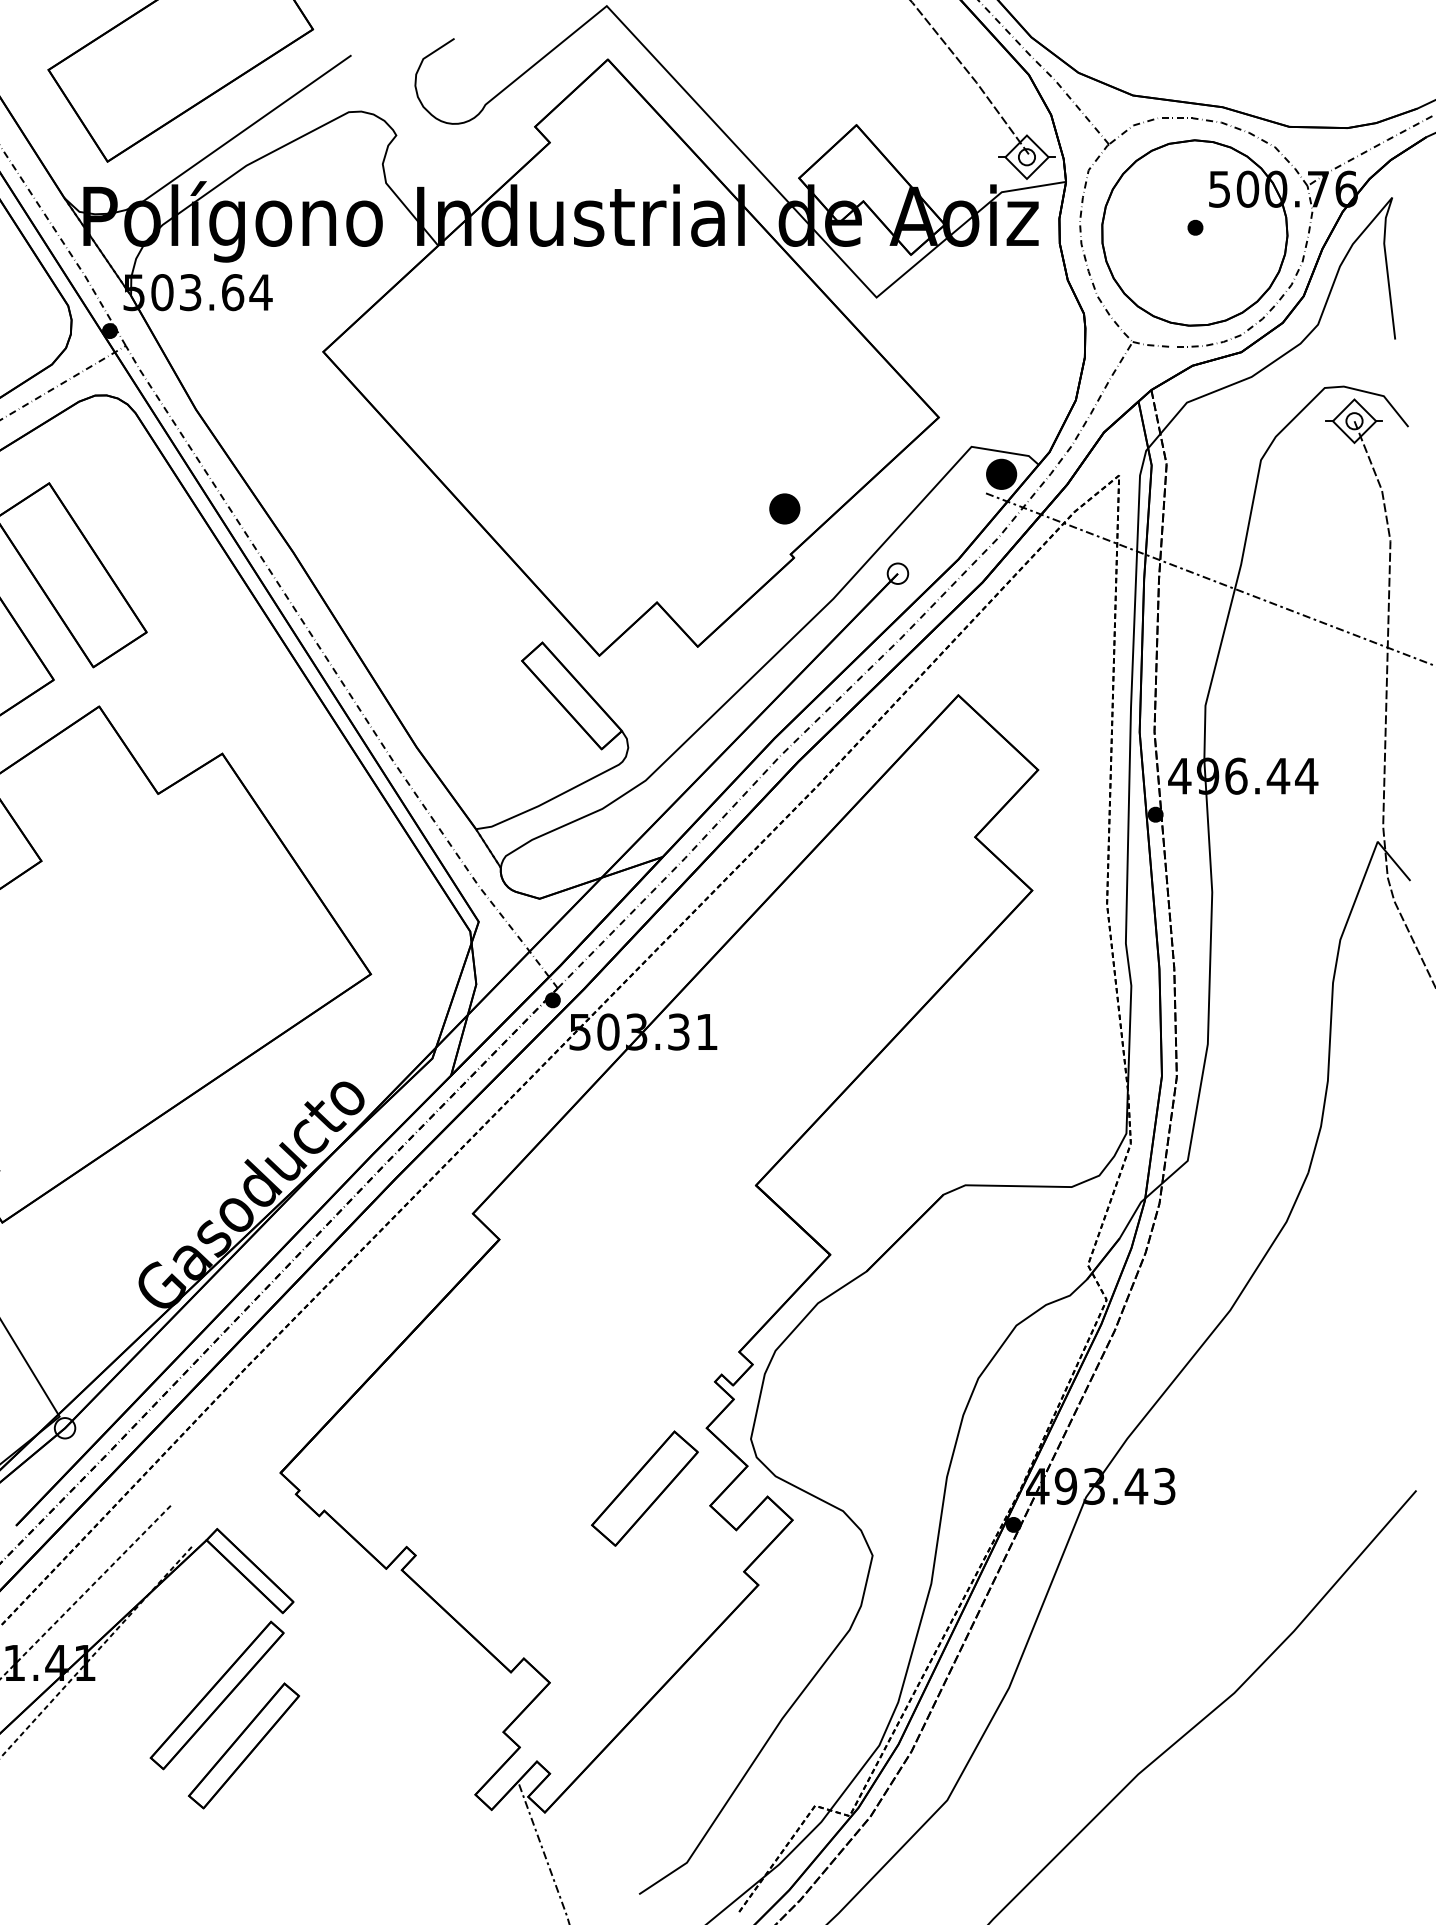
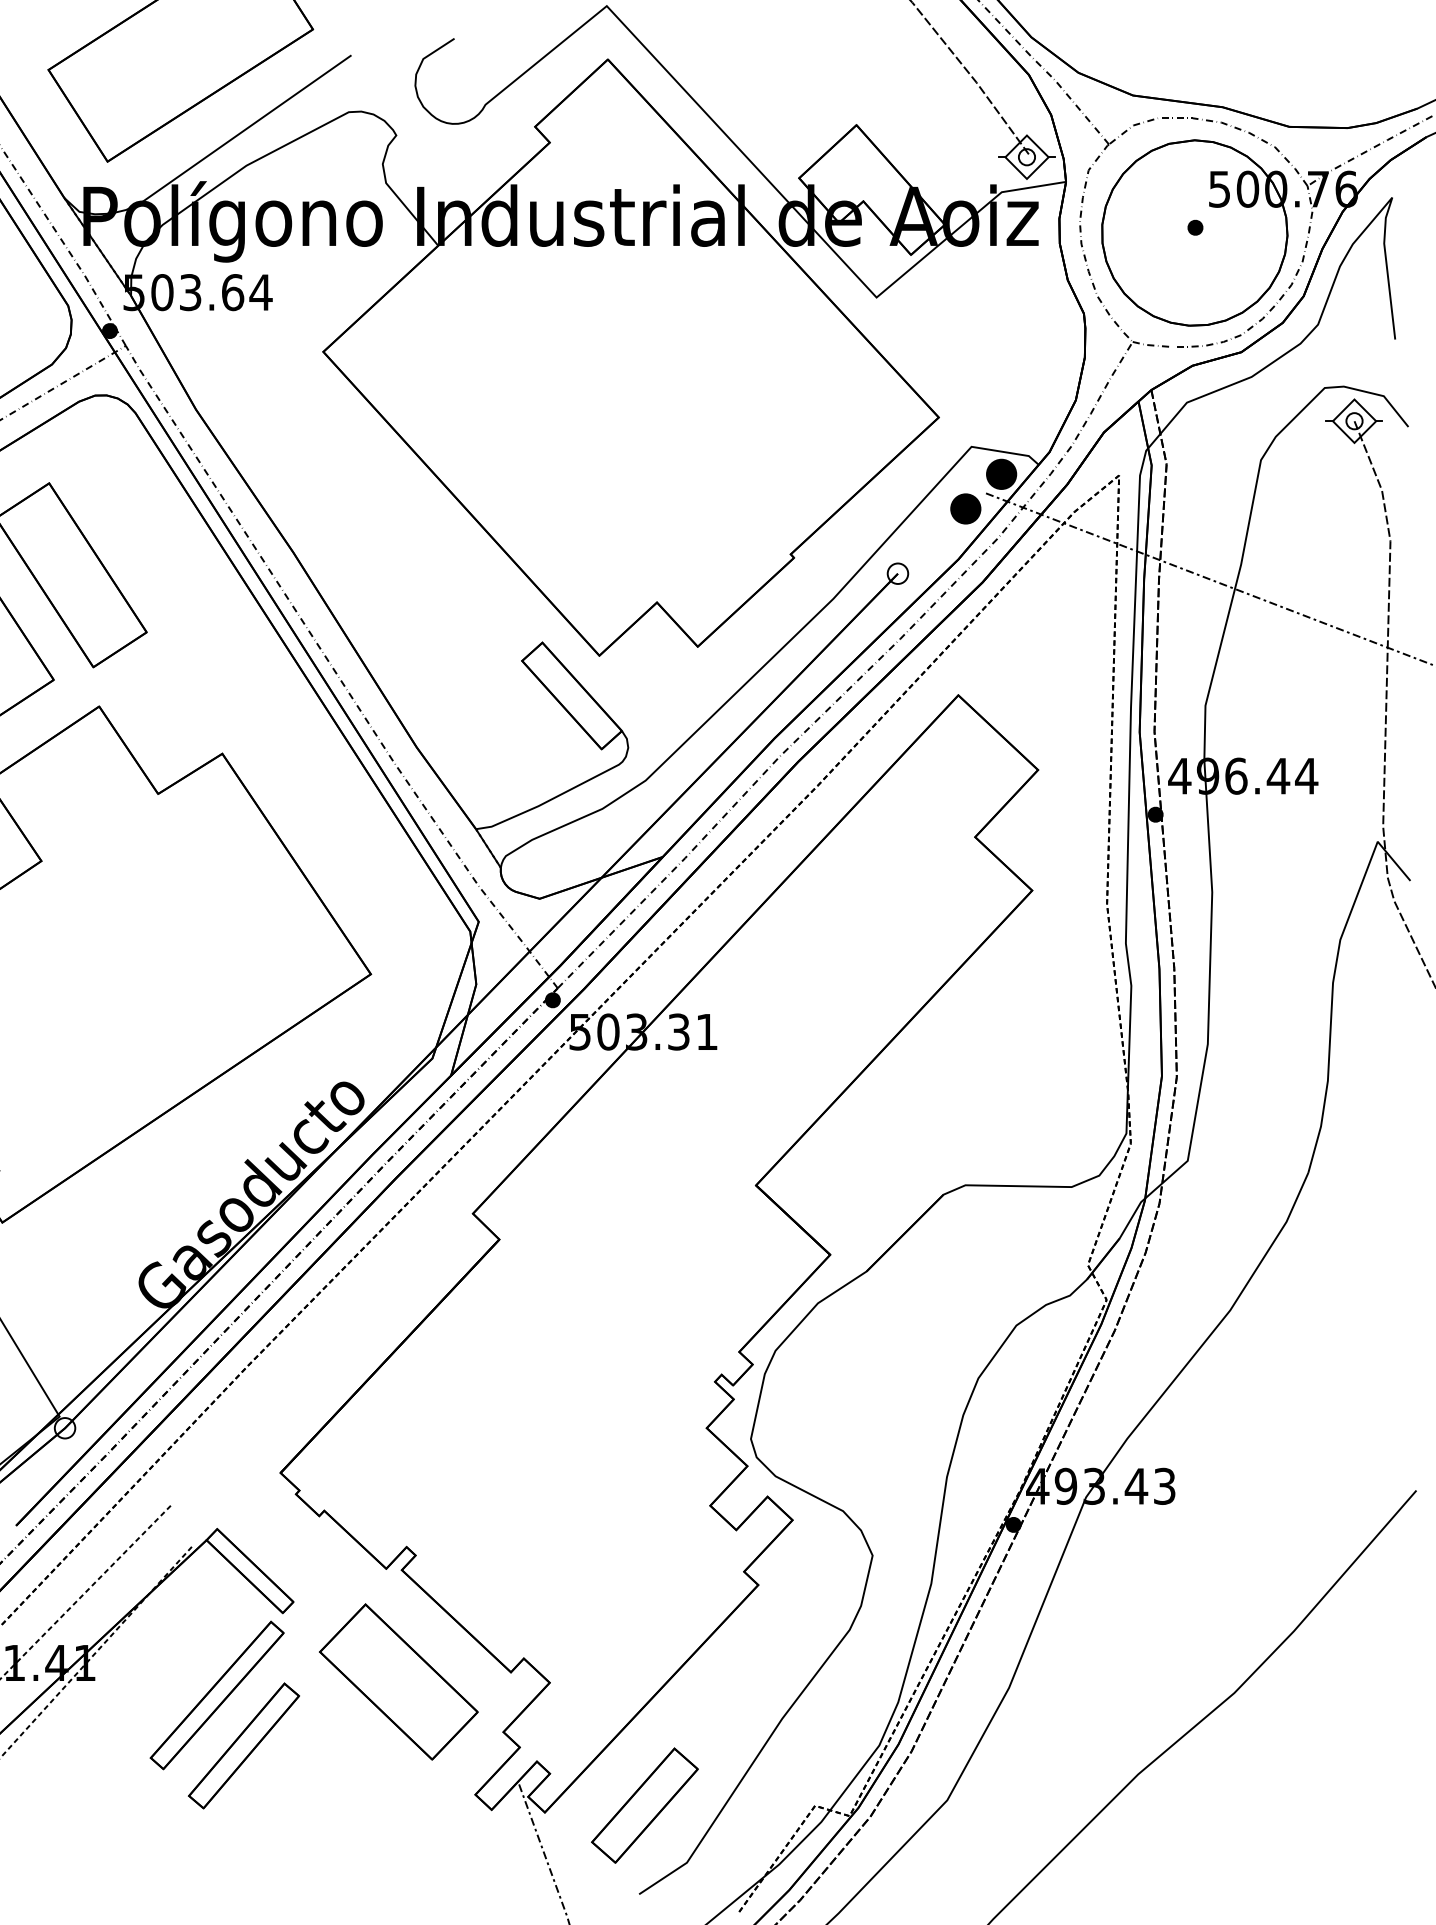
part at (784, 508) position: (784, 508) -> (965, 508)
part at (644, 1488) position: (644, 1488) -> (644, 1805)
part at (398, 1681): none -> present
